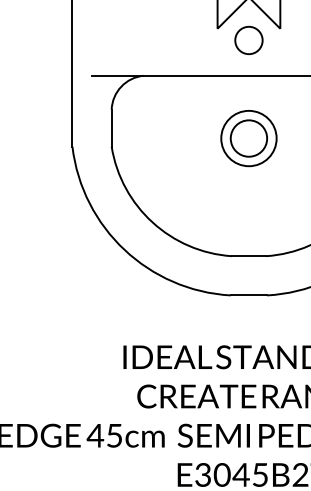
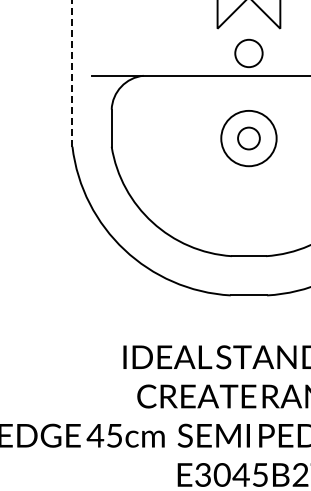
circle at (248, 40) position: (248, 40) -> (248, 53)
line at (72, 73): solid -> dashed
circle at (248, 138) diameter: 36 px -> 22 px
